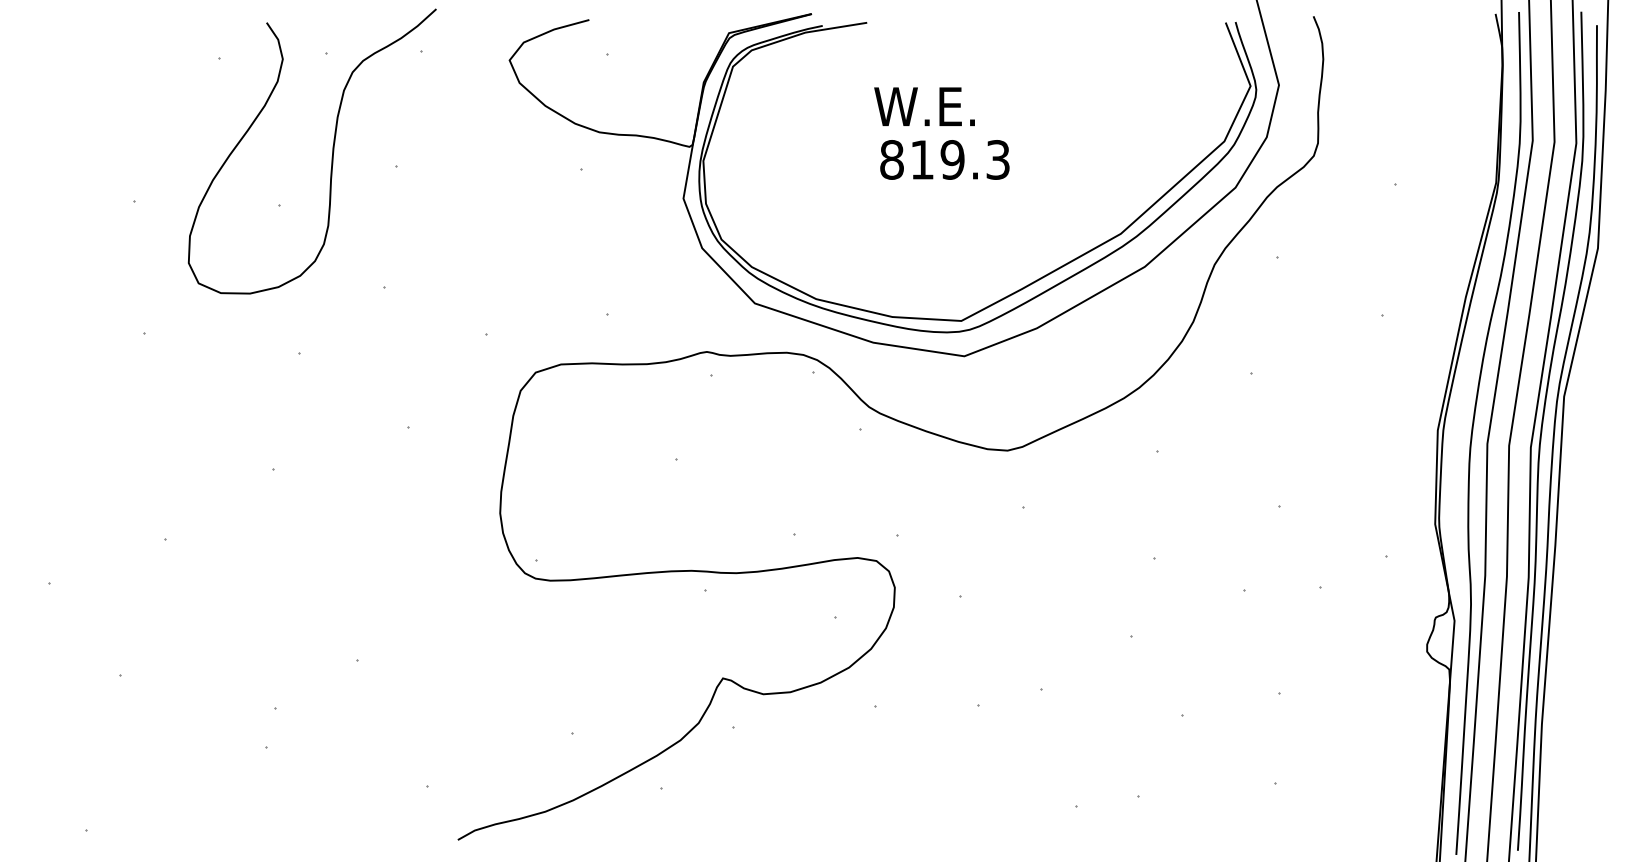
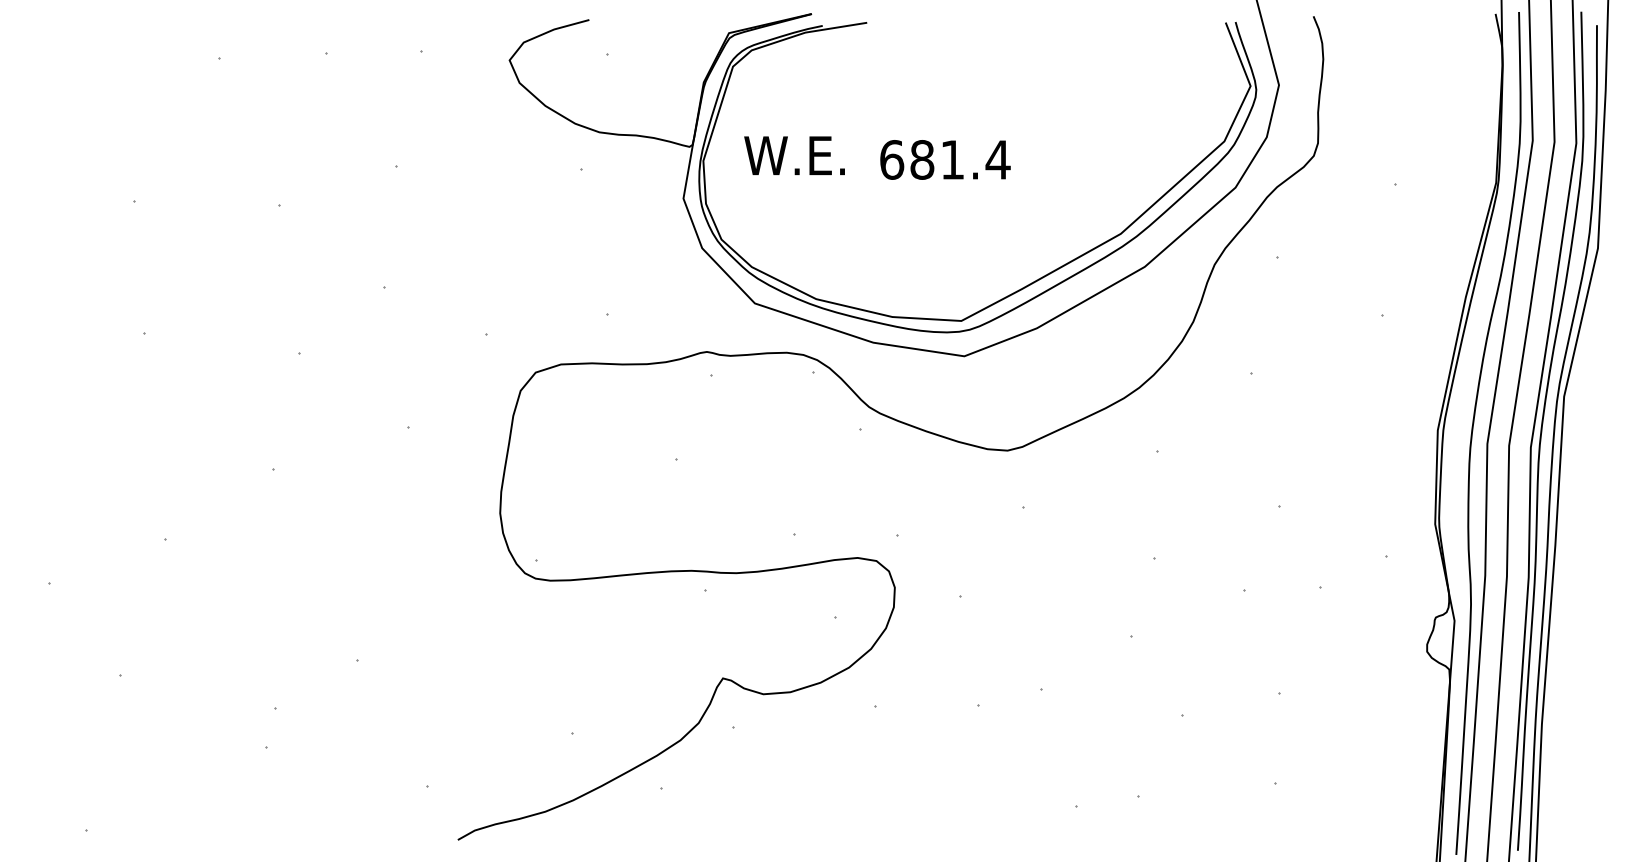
text at (924, 106) position: (924, 106) -> (794, 155)
curve at (331, 156): present -> none
text at (945, 159): 819.3 -> 681.4
